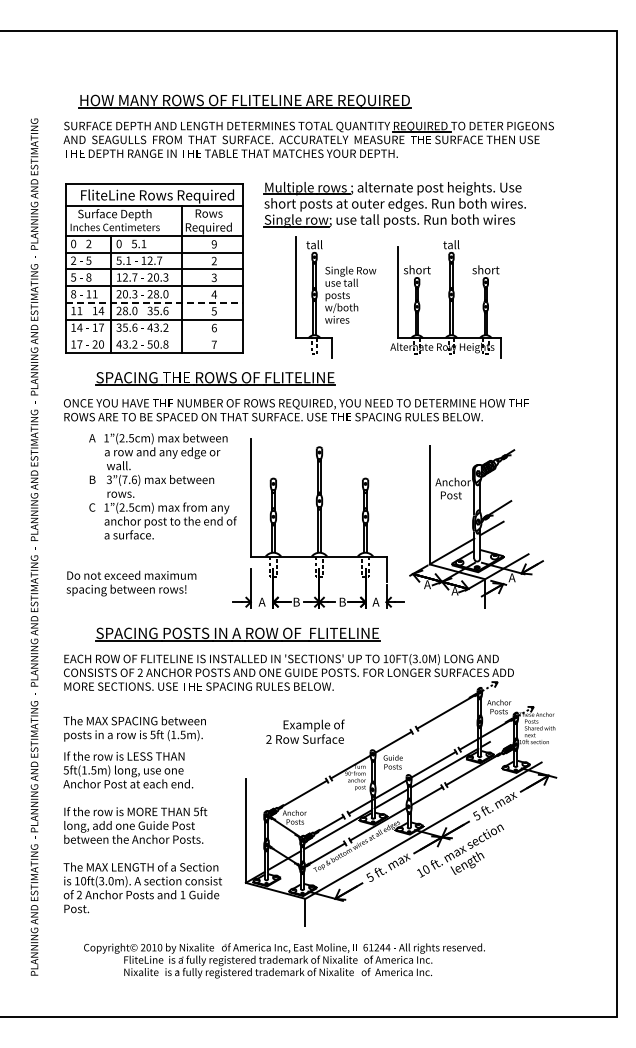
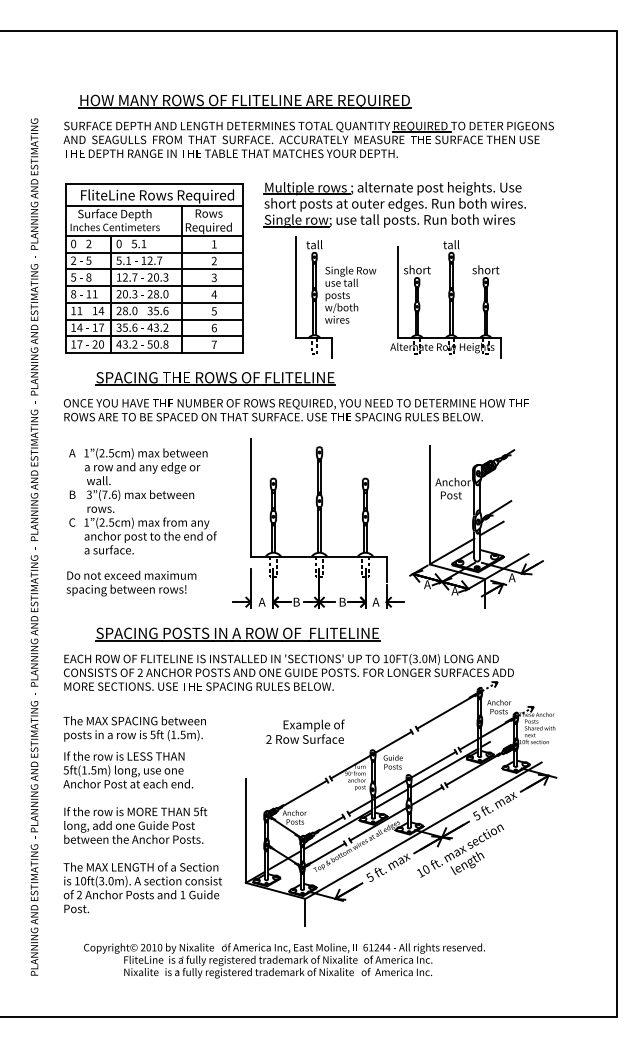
text at (213, 244): 9 -> 1
line at (154, 302): dashed -> solid
line at (153, 336): none -> present
text at (162, 486) position: (162, 486) -> (142, 501)
